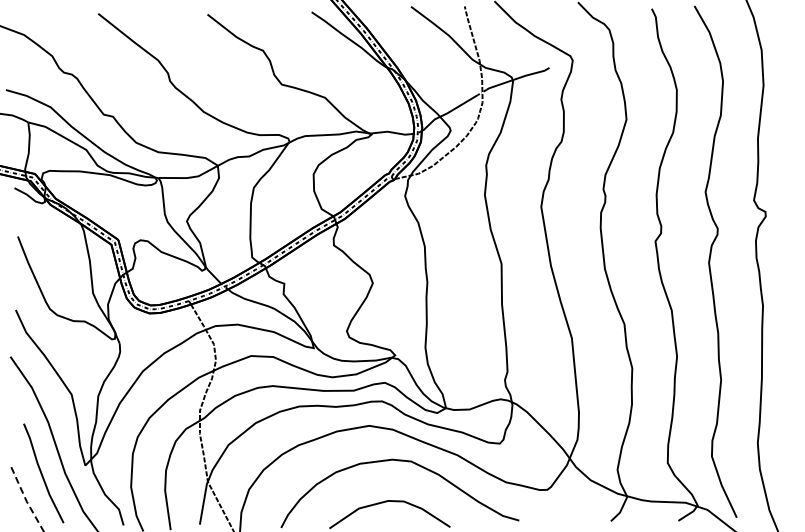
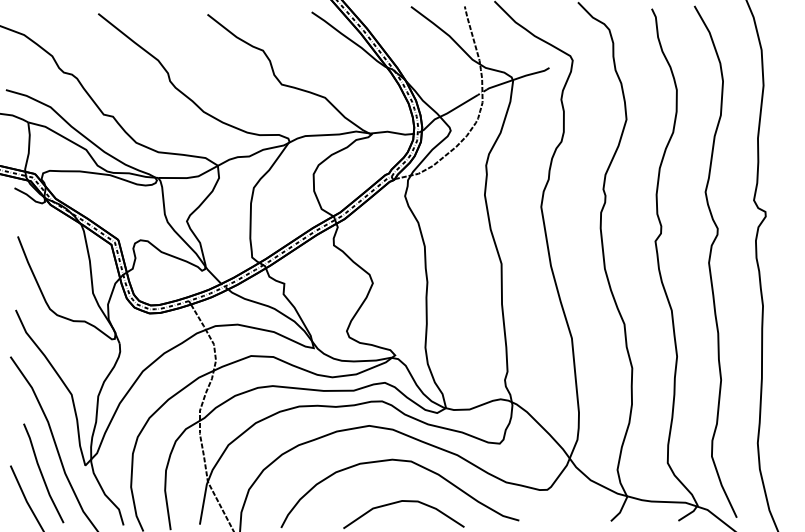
line at (26, 499): dashed -> solid
curve at (387, 502) position: (387, 502) -> (401, 502)
